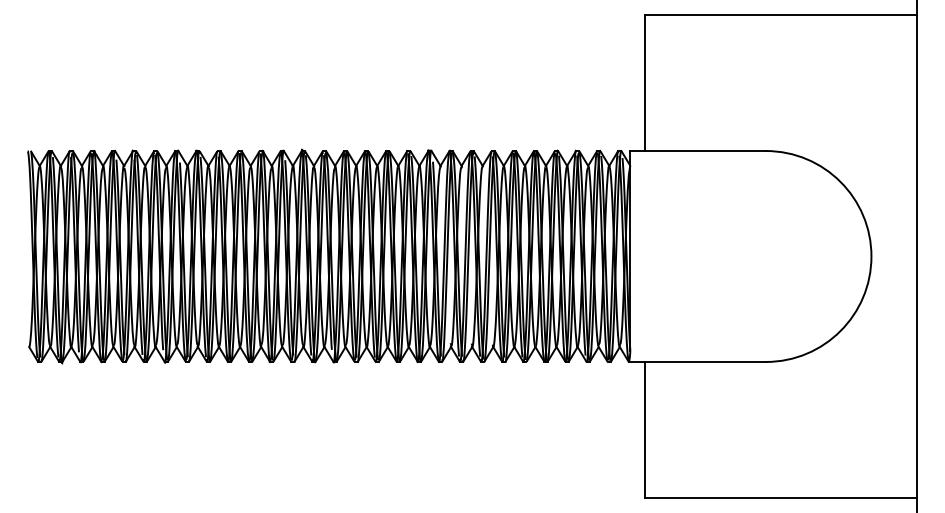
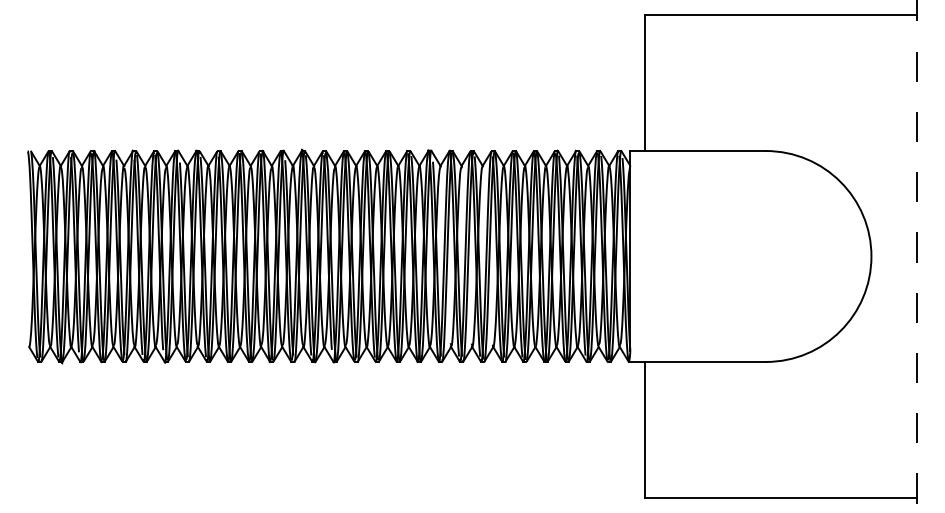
line at (916, 256): solid -> dashed
